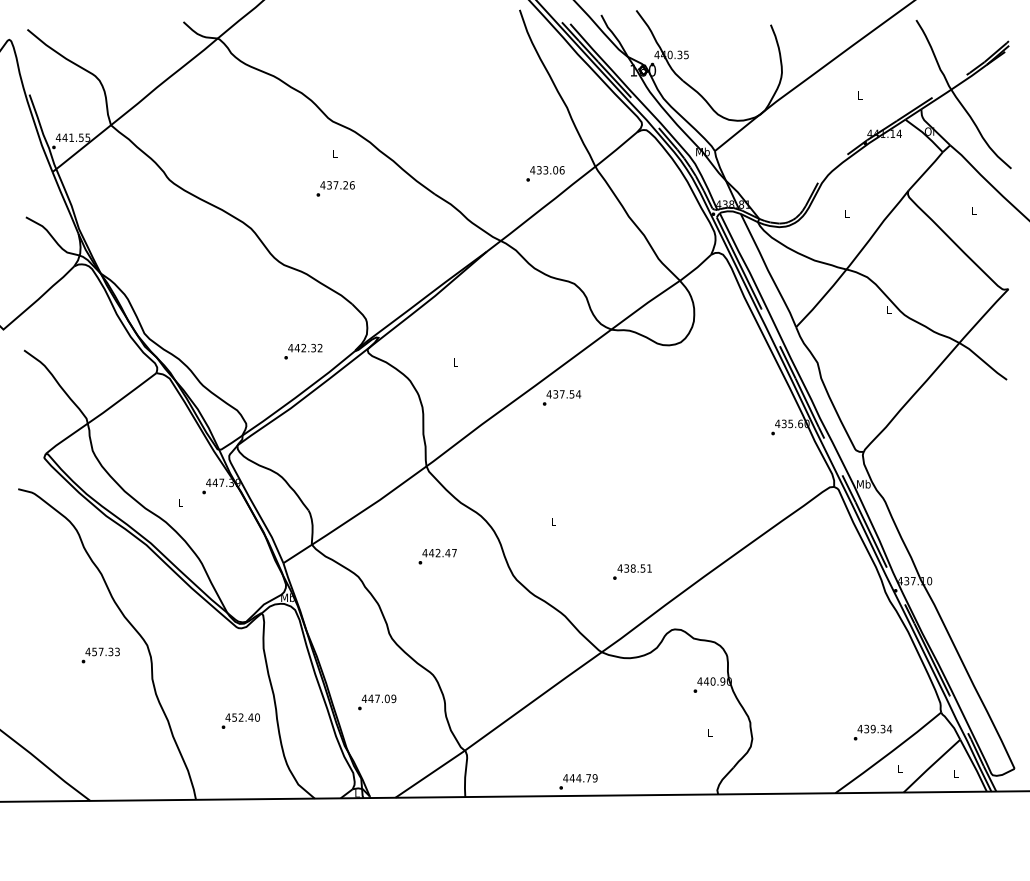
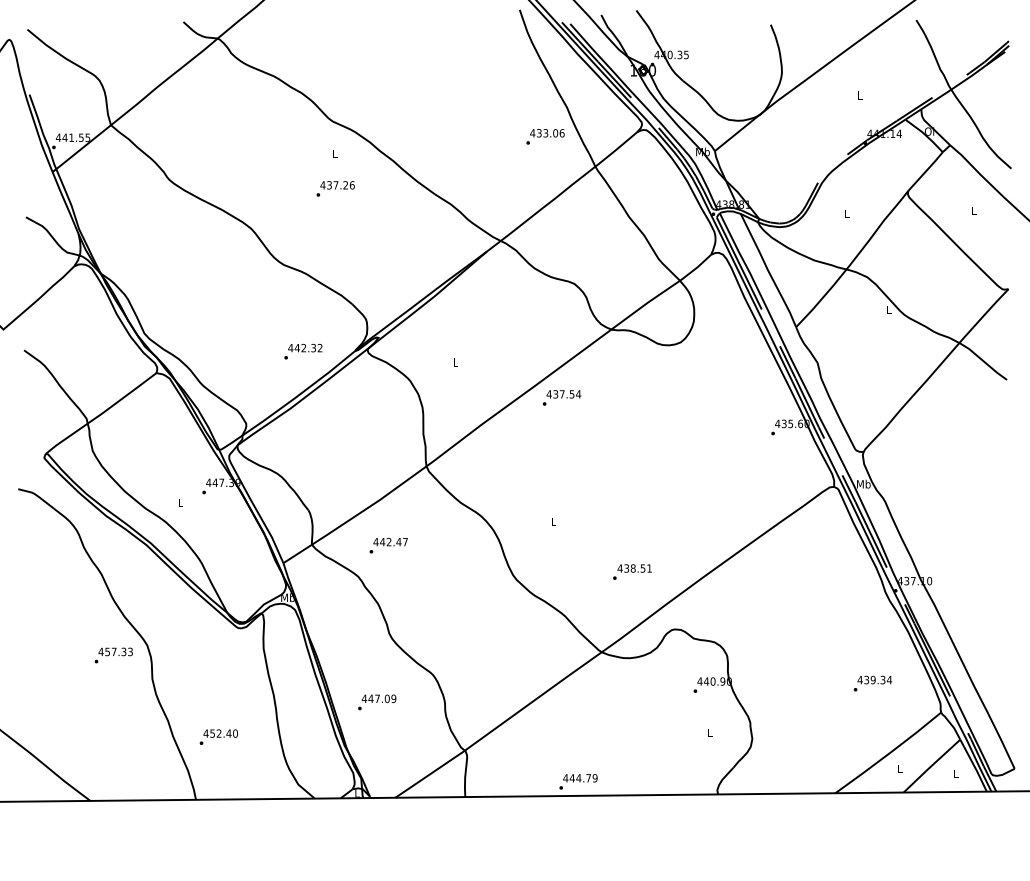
text at (545, 173) position: (545, 173) -> (545, 136)
text at (437, 556) position: (437, 556) -> (388, 545)
text at (100, 655) position: (100, 655) -> (113, 655)
text at (240, 720) position: (240, 720) -> (218, 736)
text at (872, 732) position: (872, 732) -> (872, 683)
